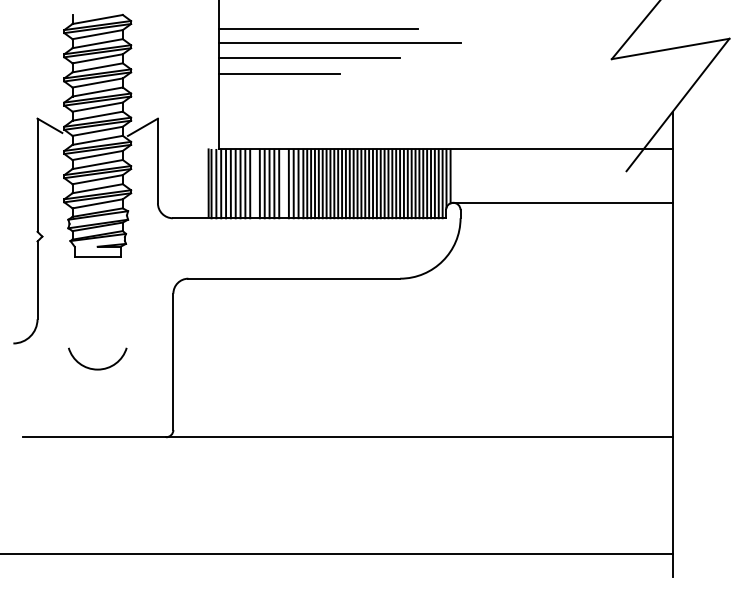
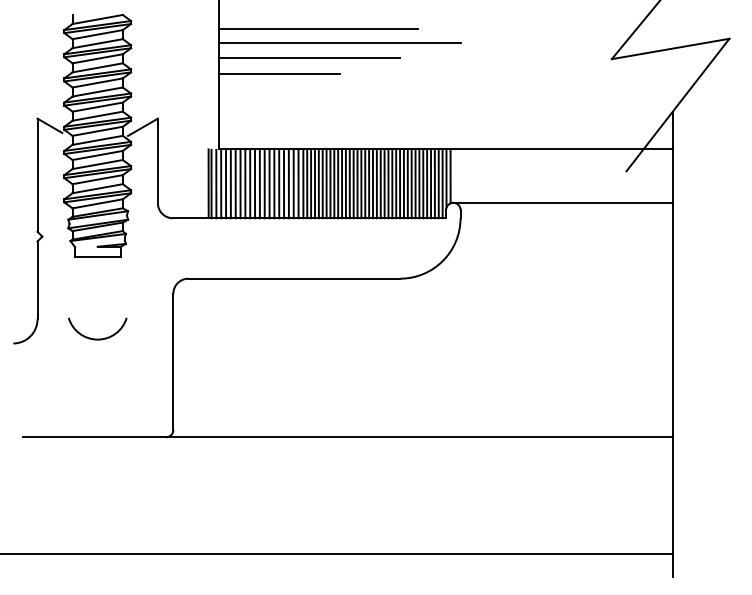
line at (255, 183): none -> present
line at (284, 183): none -> present
arc at (97, 368) position: (97, 368) -> (97, 338)
